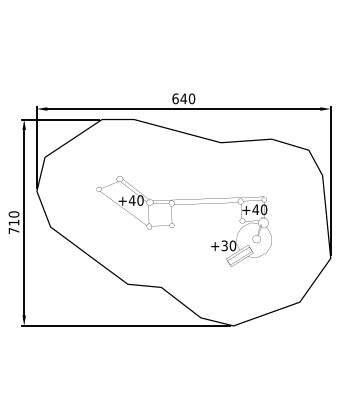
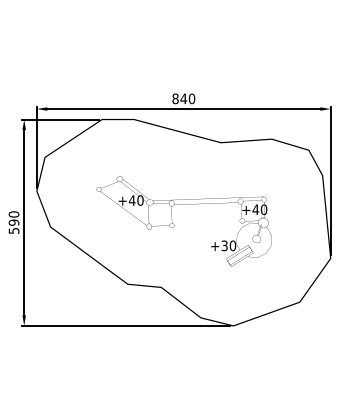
text at (175, 98): 640 -> 840
text at (13, 226): 710 -> 590
